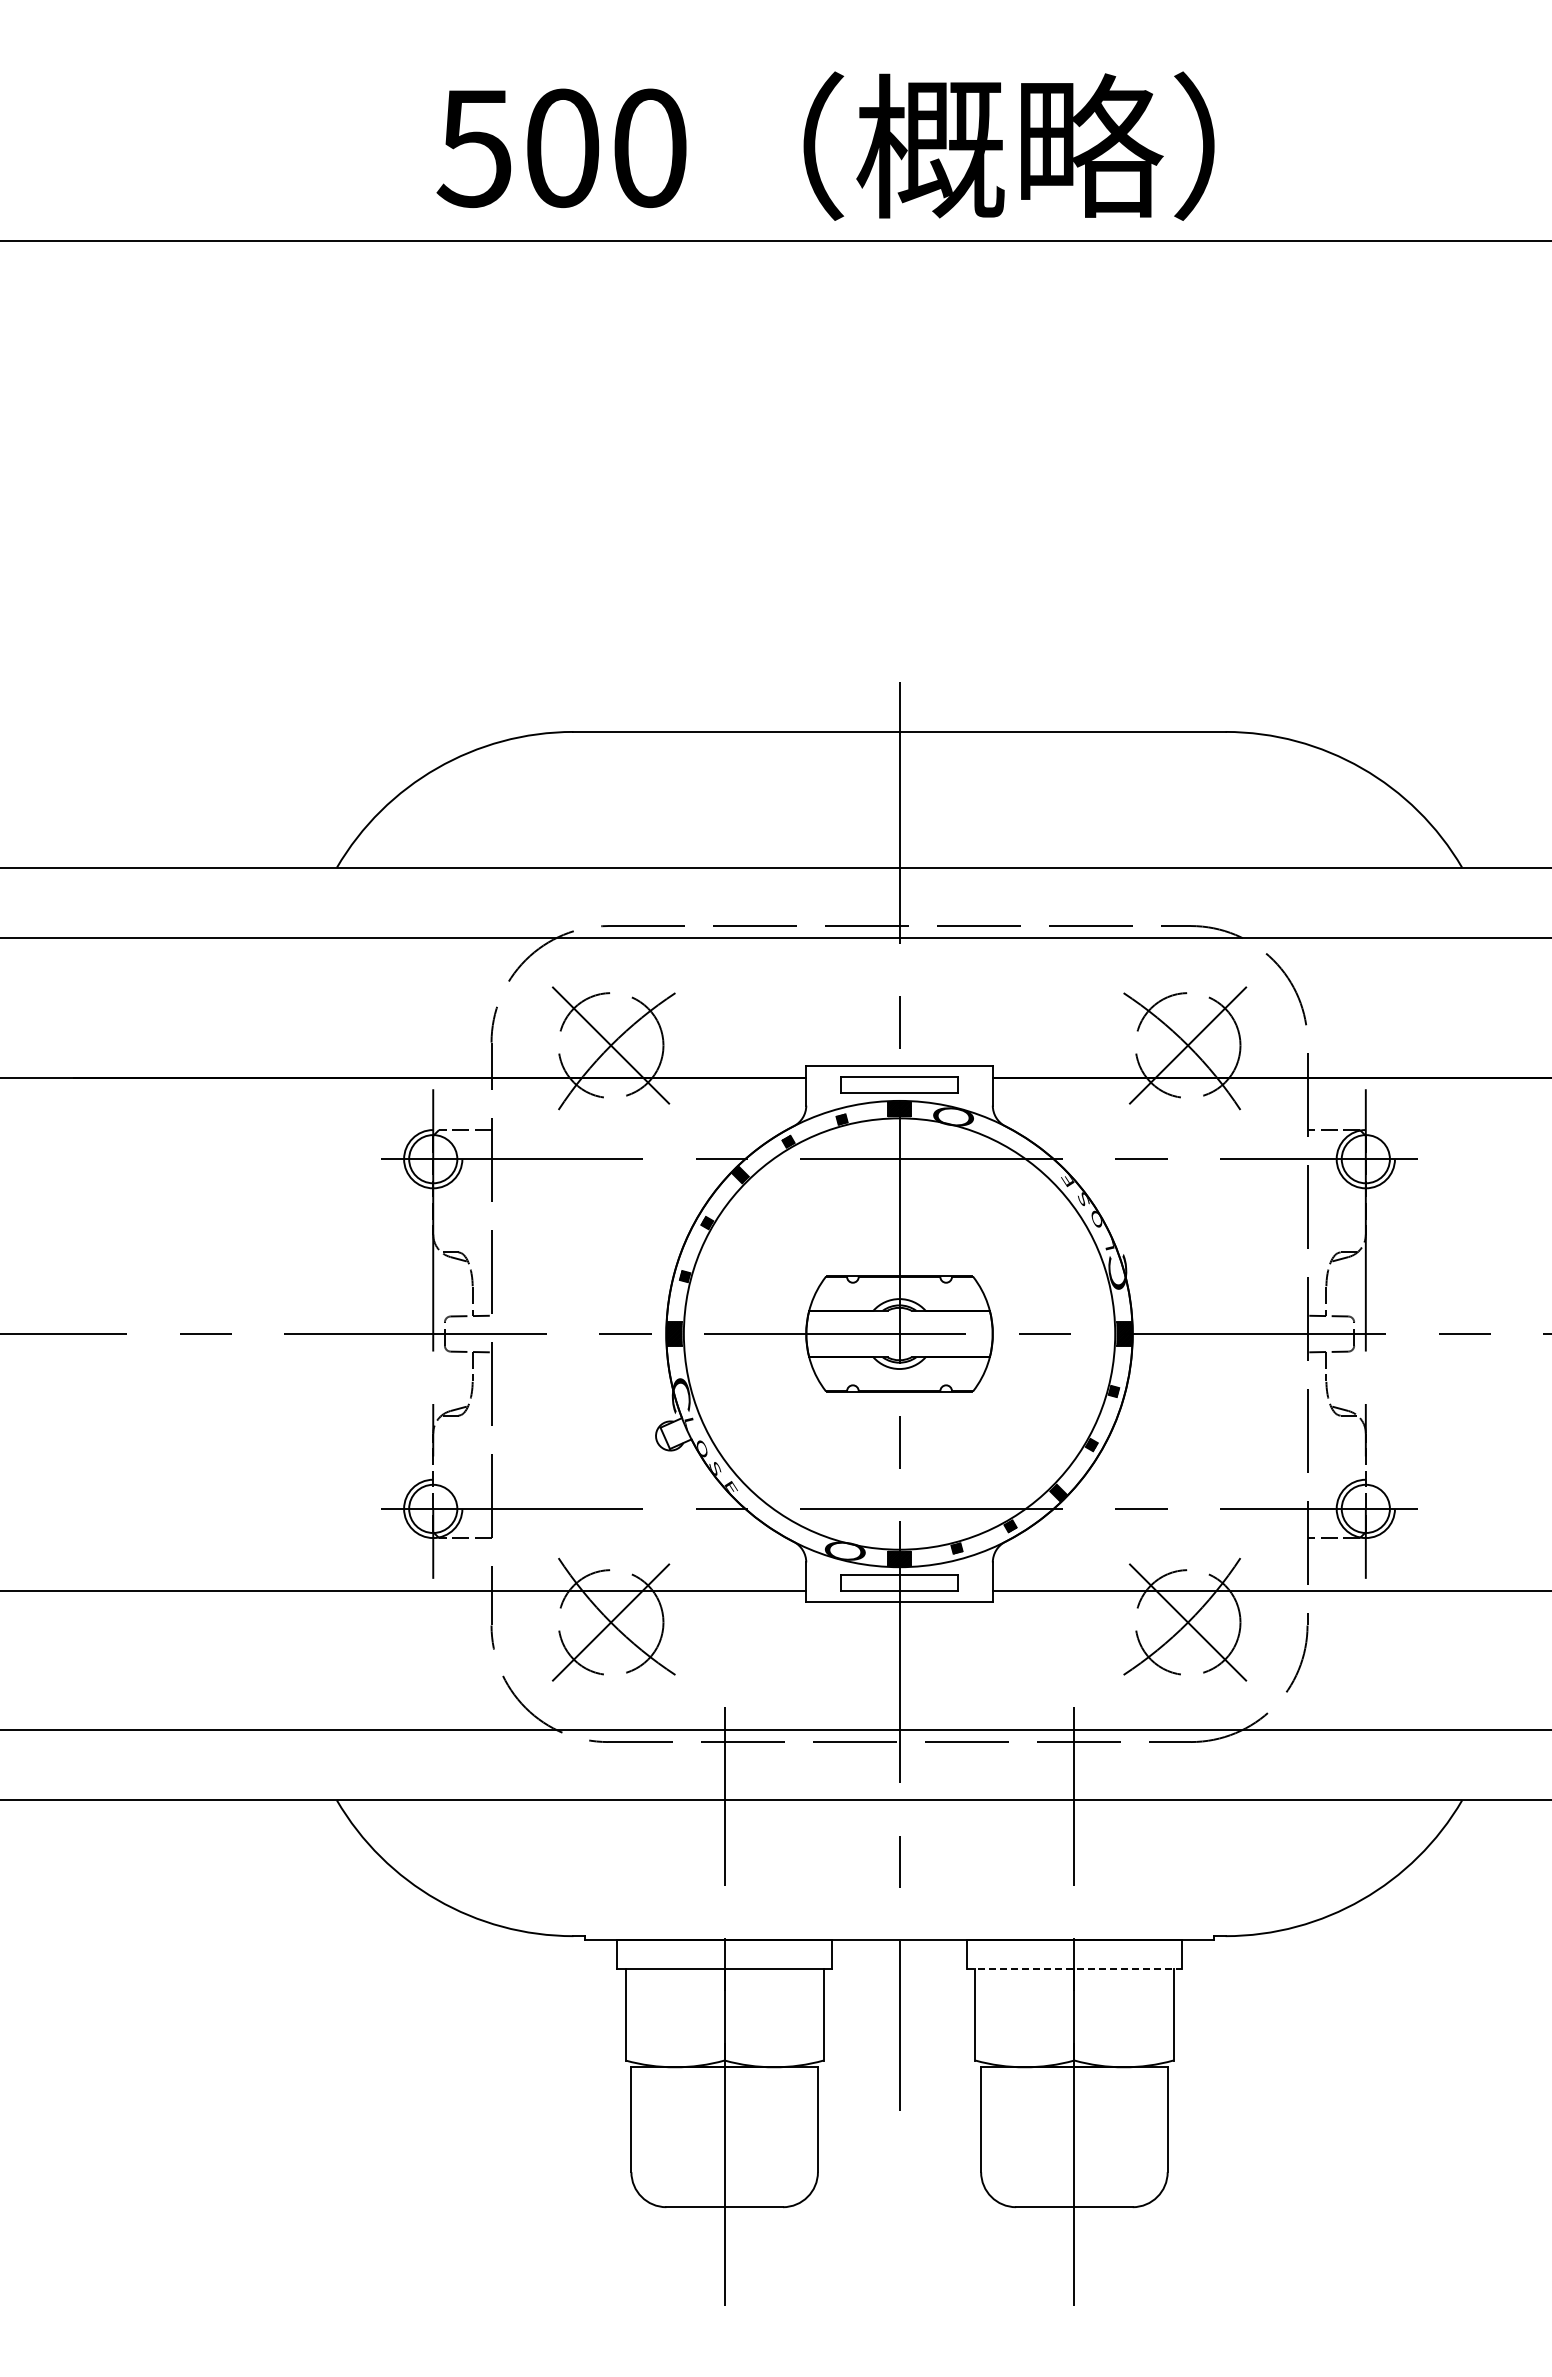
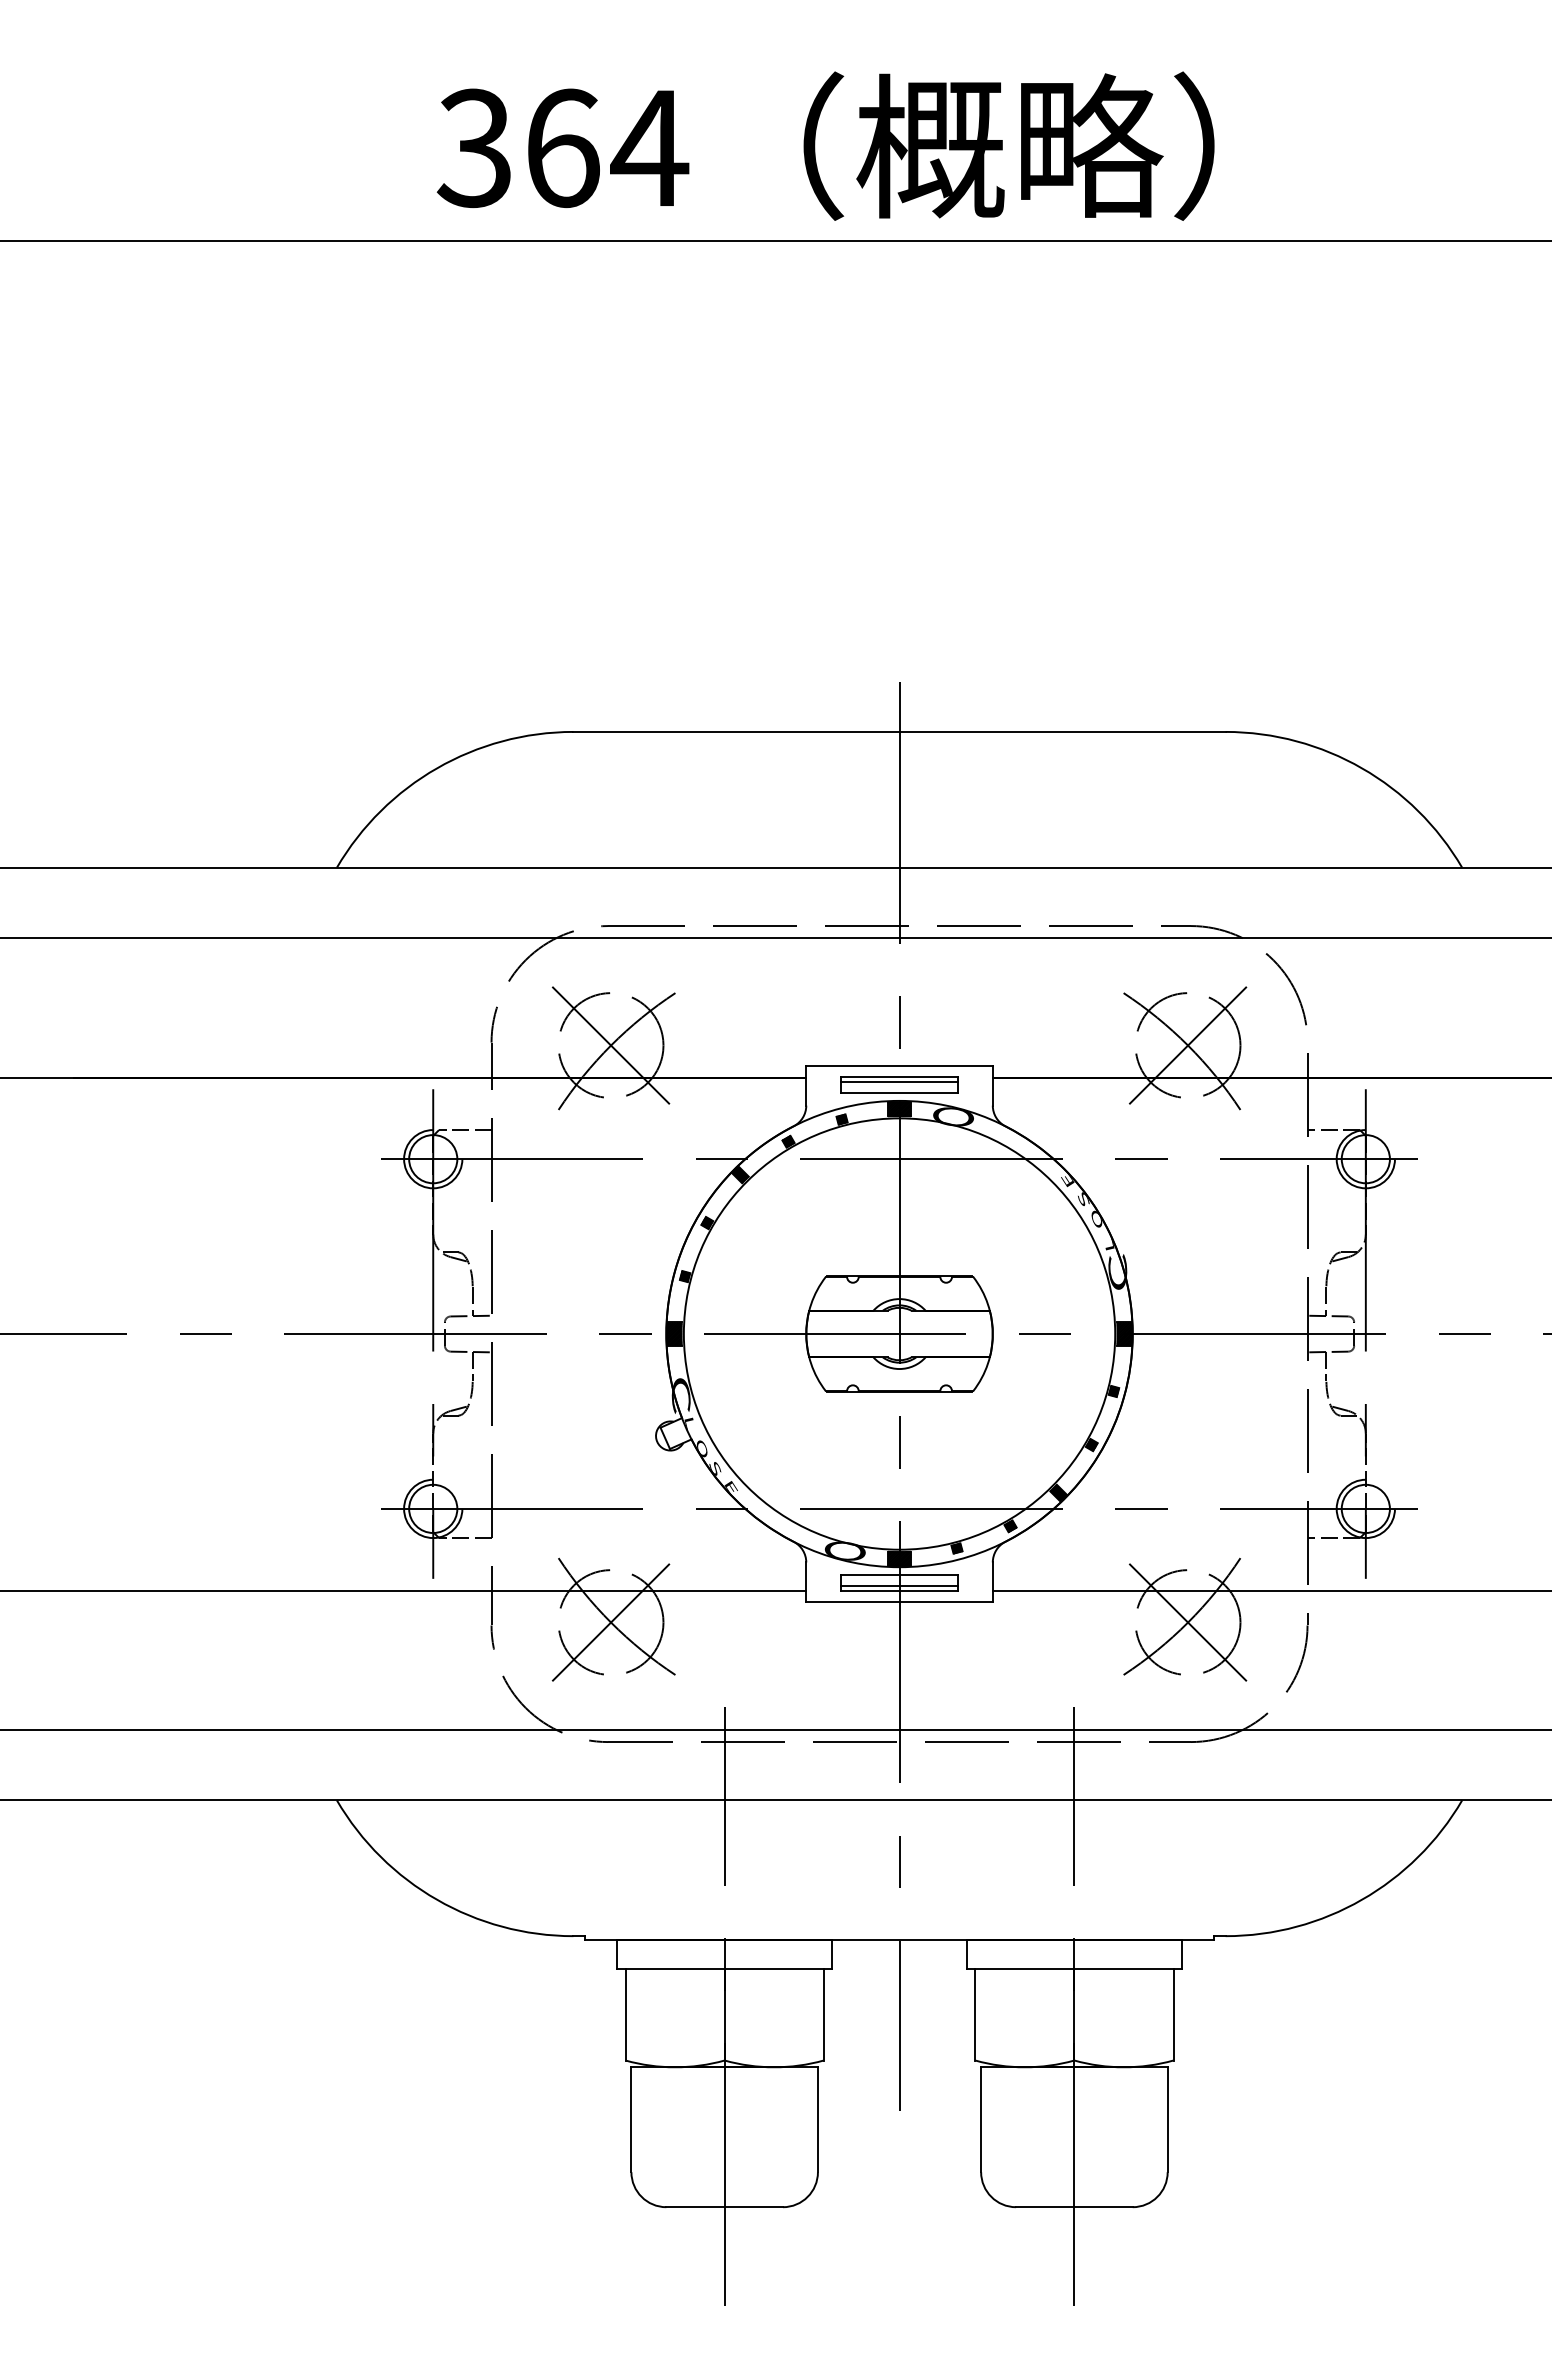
text at (562, 148): 500 -> 364
line at (899, 1081): none -> present
line at (899, 1586): none -> present
line at (1074, 1969): dashed -> solid
